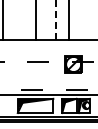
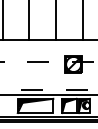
line at (55, 20): dashed -> solid
line at (36, 21) position: (36, 21) -> (29, 21)
line at (68, 21) position: (68, 21) -> (82, 21)
